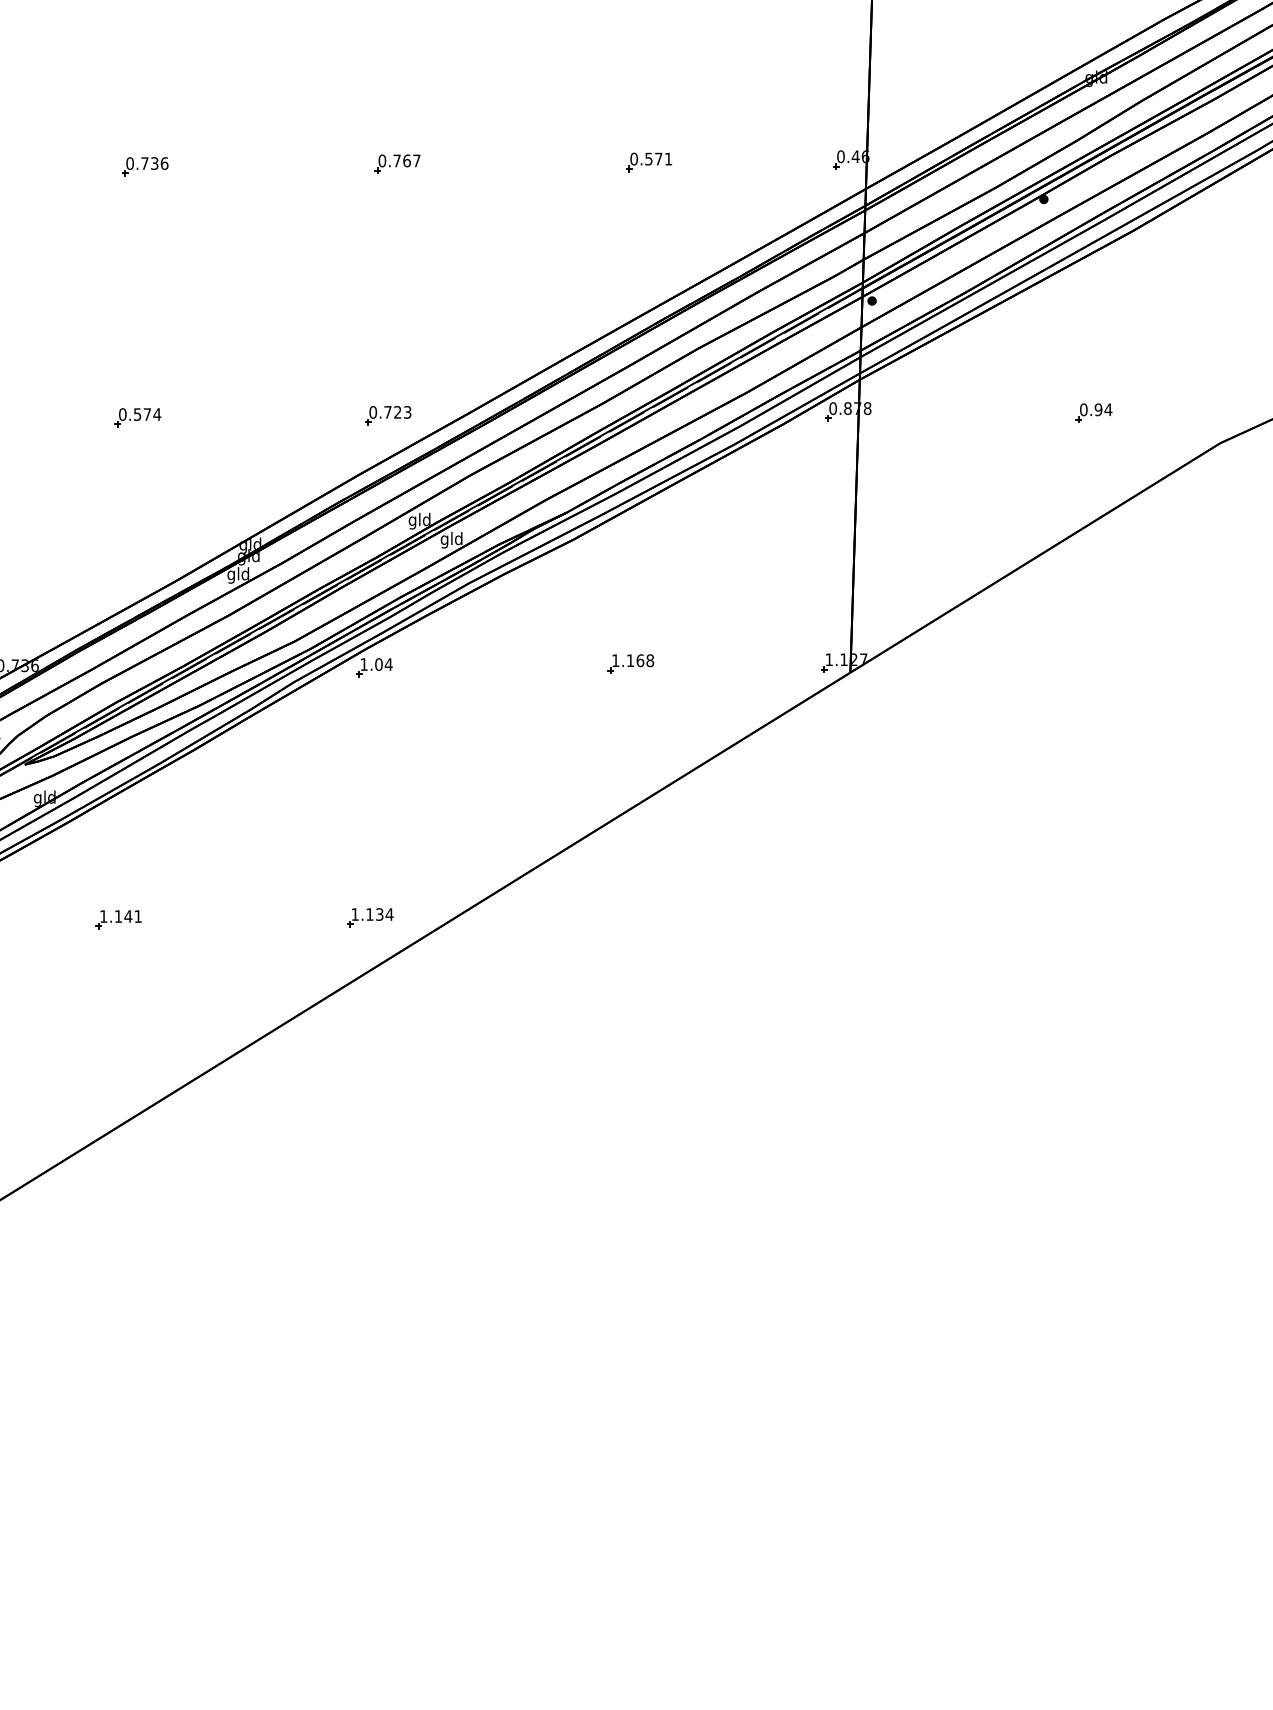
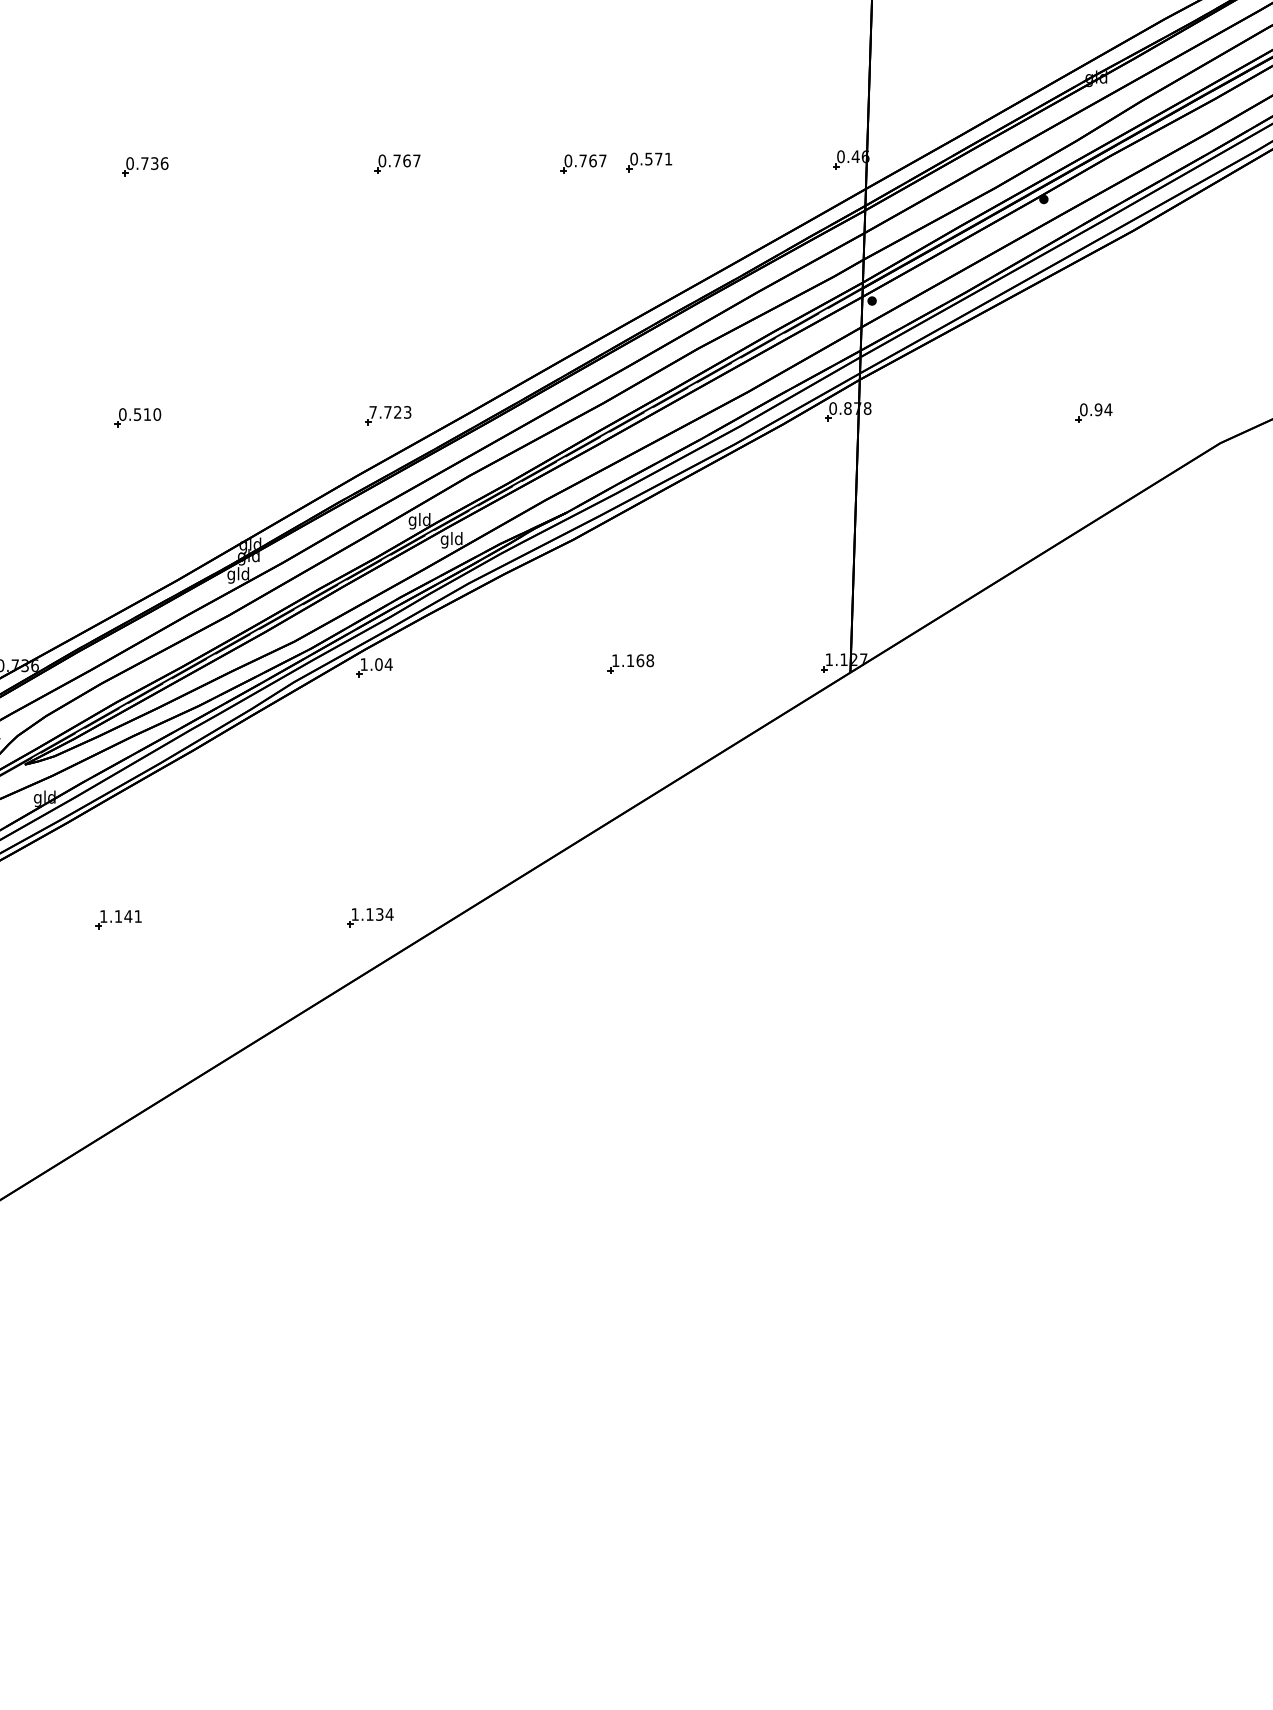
part at (583, 163): none -> present
text at (373, 412): 0.723 -> 7.723
text at (152, 414): 0.574 -> 0.510
